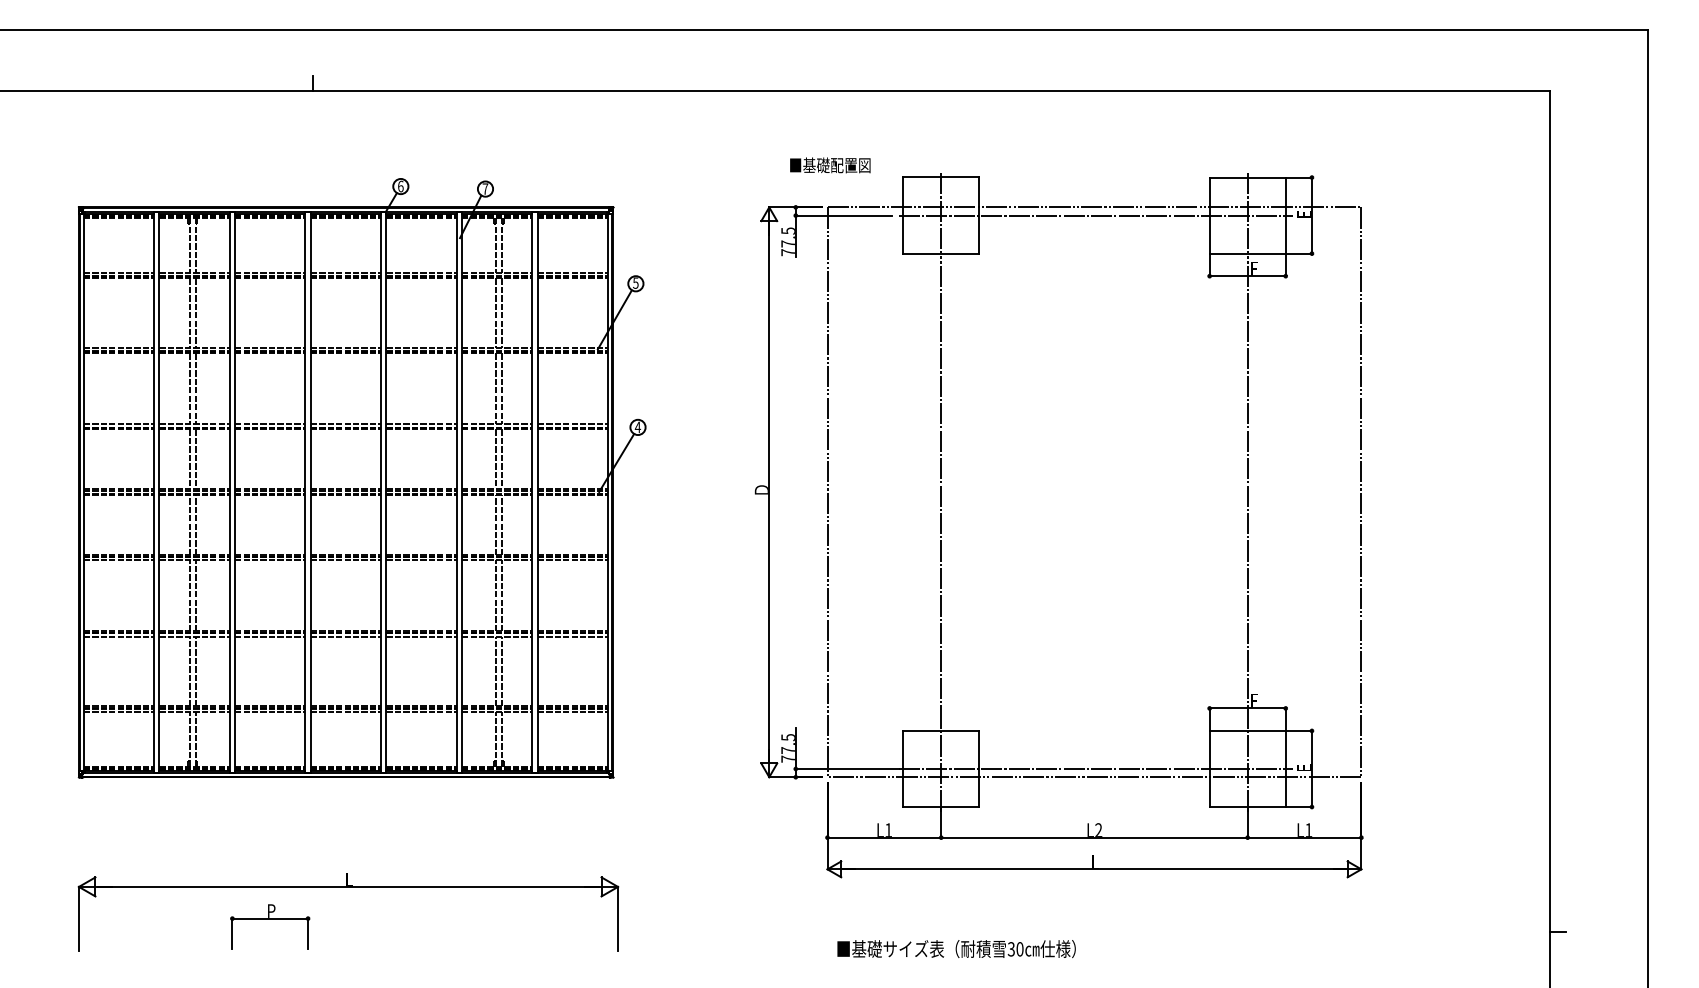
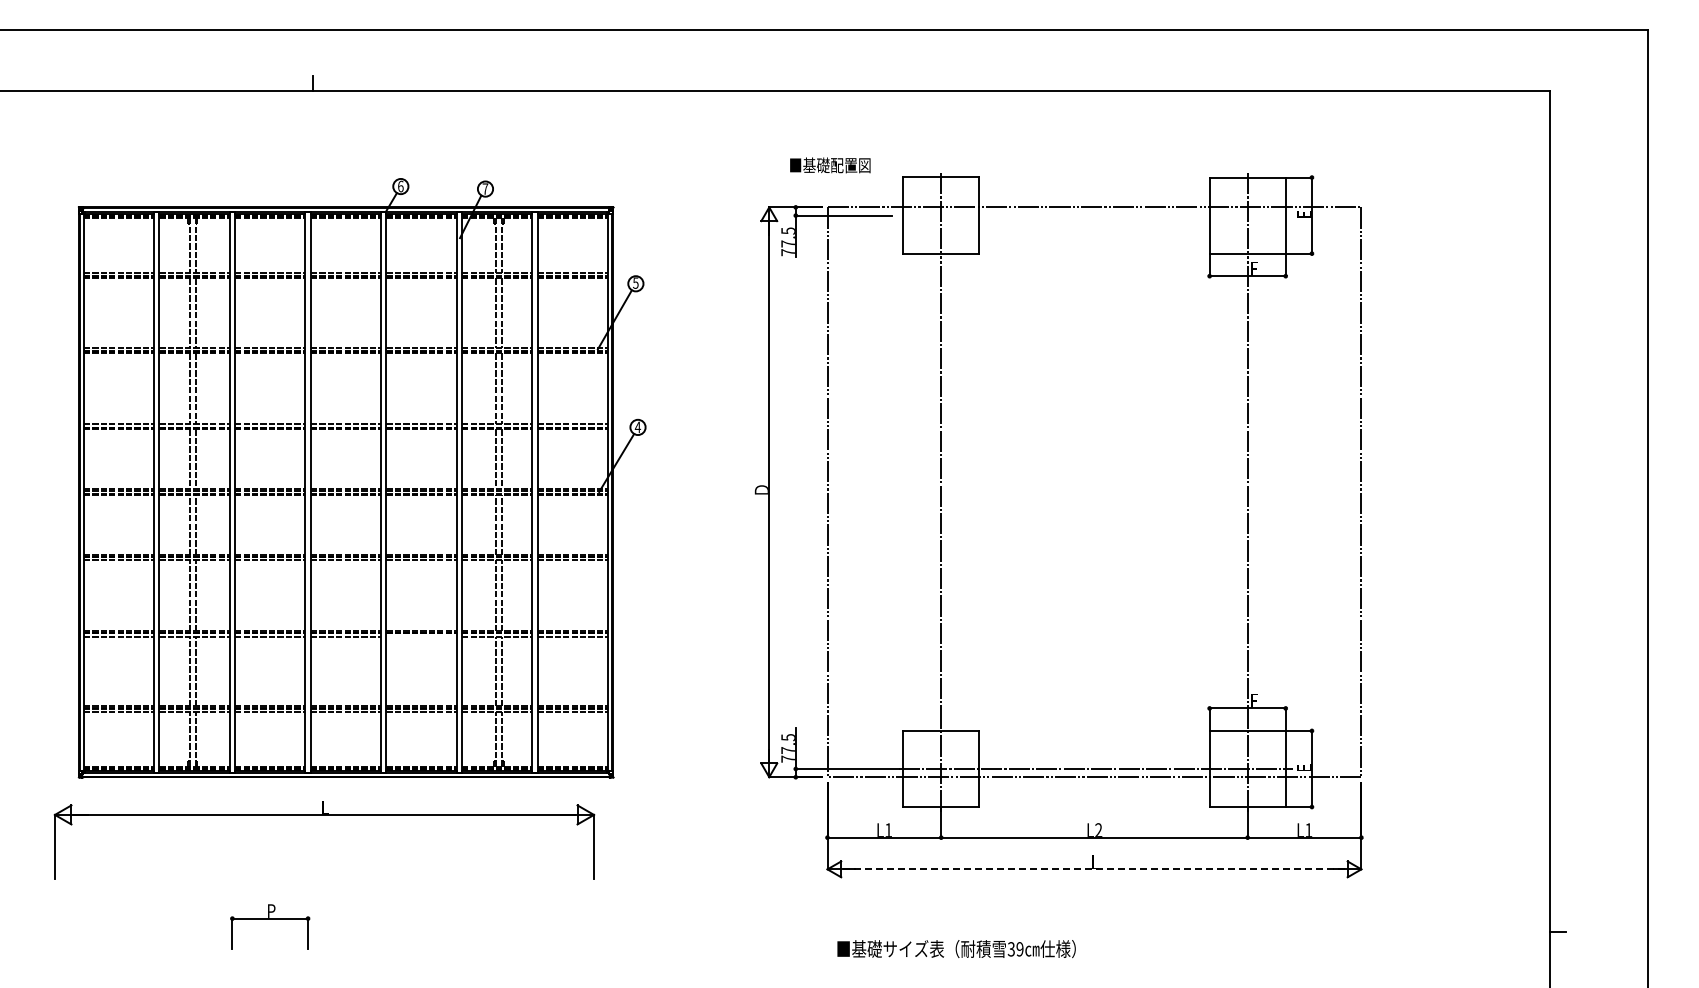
line at (1095, 215): present -> none
line at (421, 636): present -> none
line at (1094, 869): solid -> dashed
part at (348, 887) position: (348, 887) -> (324, 815)
text at (1019, 949): 30 -> 39
